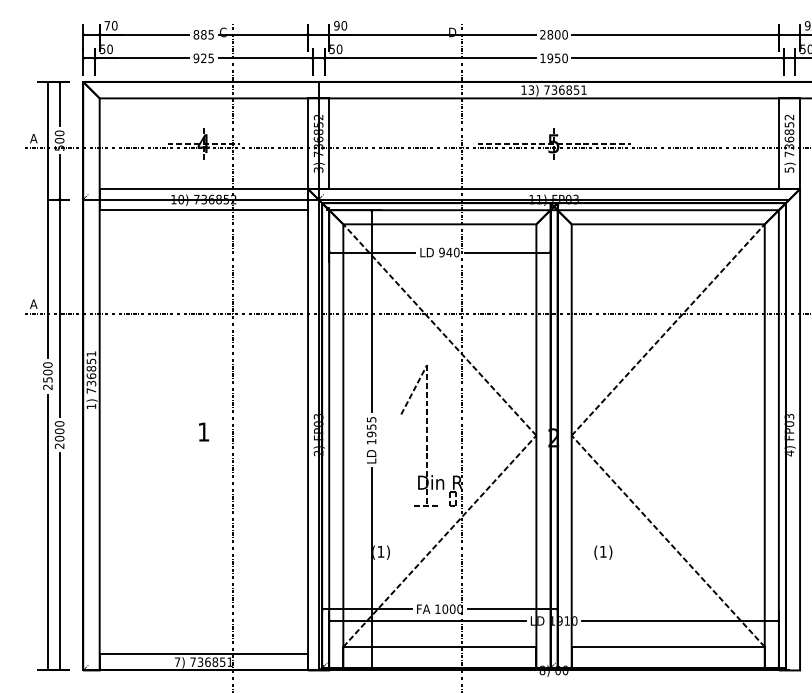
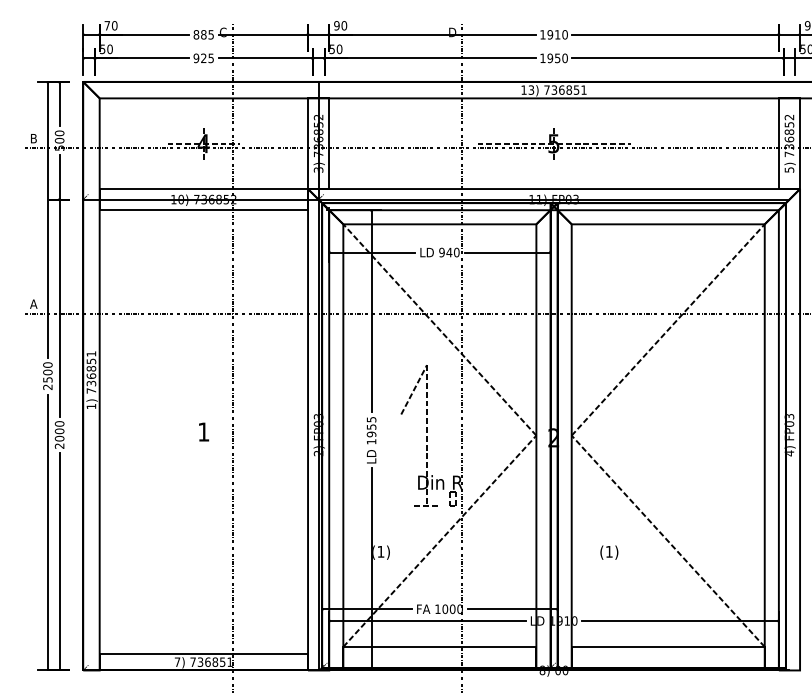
text at (550, 34): 2800 -> 1910
text at (33, 138): A -> B
text at (603, 552) position: (603, 552) -> (609, 552)
